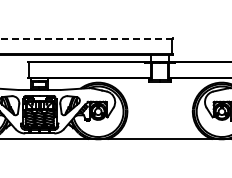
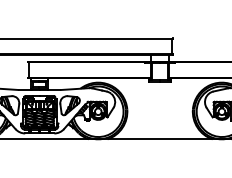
line at (86, 39): dashed -> solid
